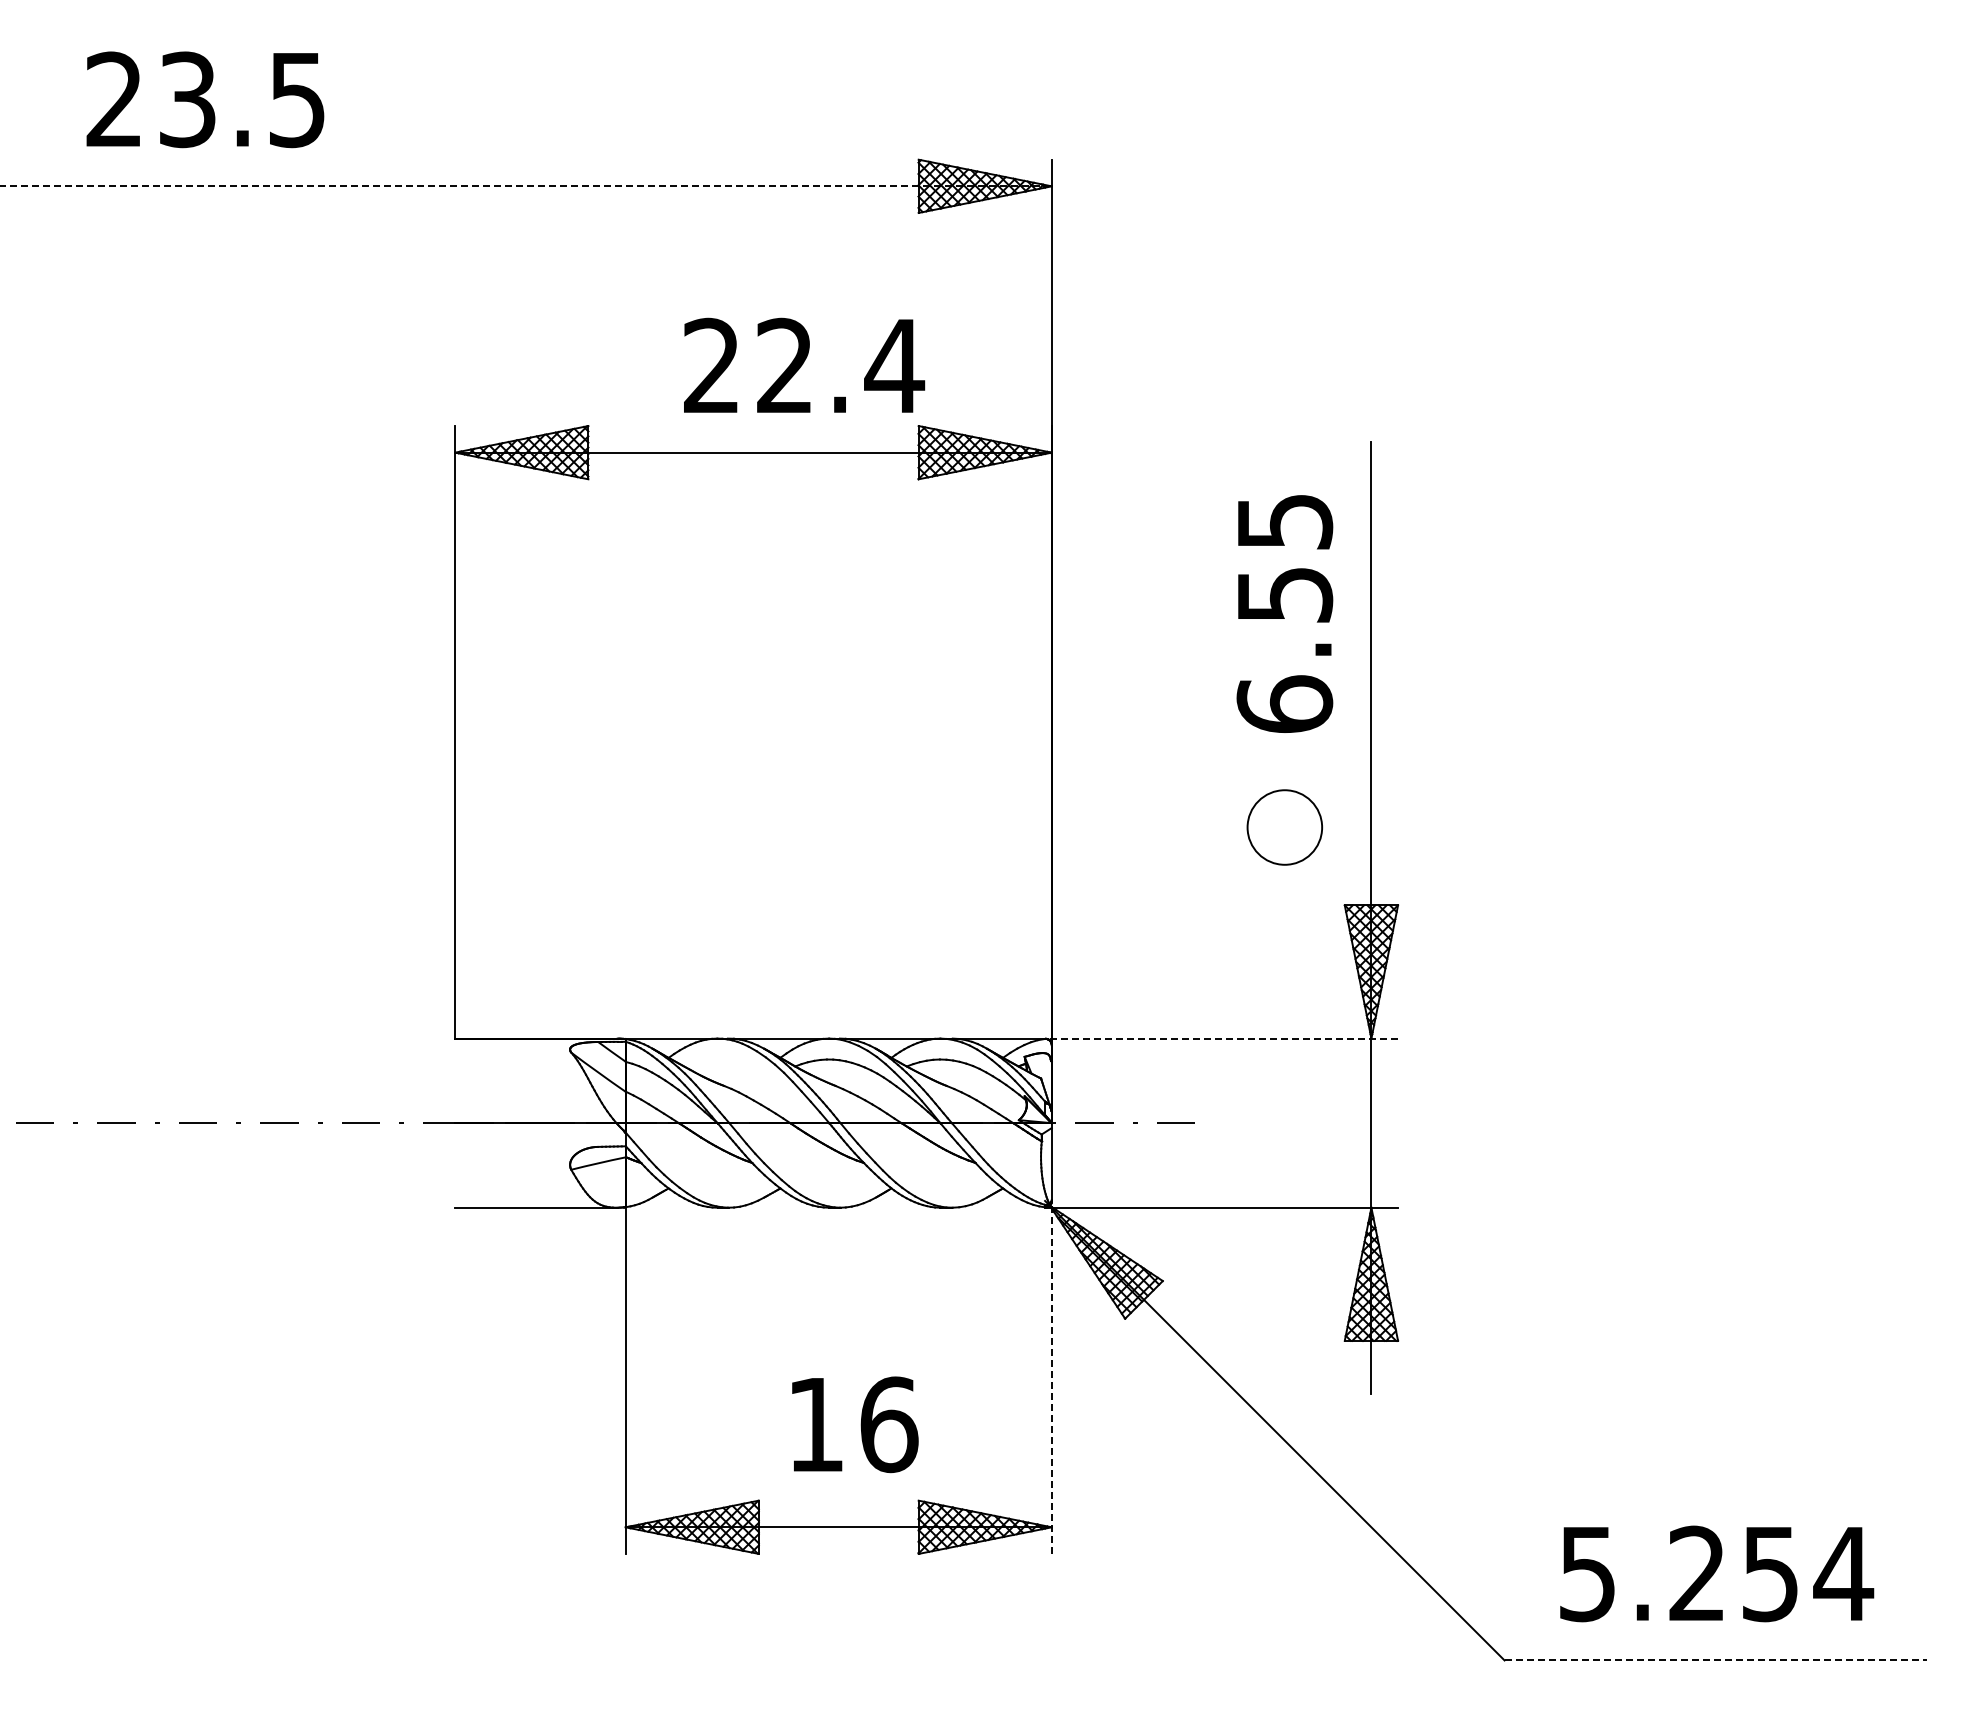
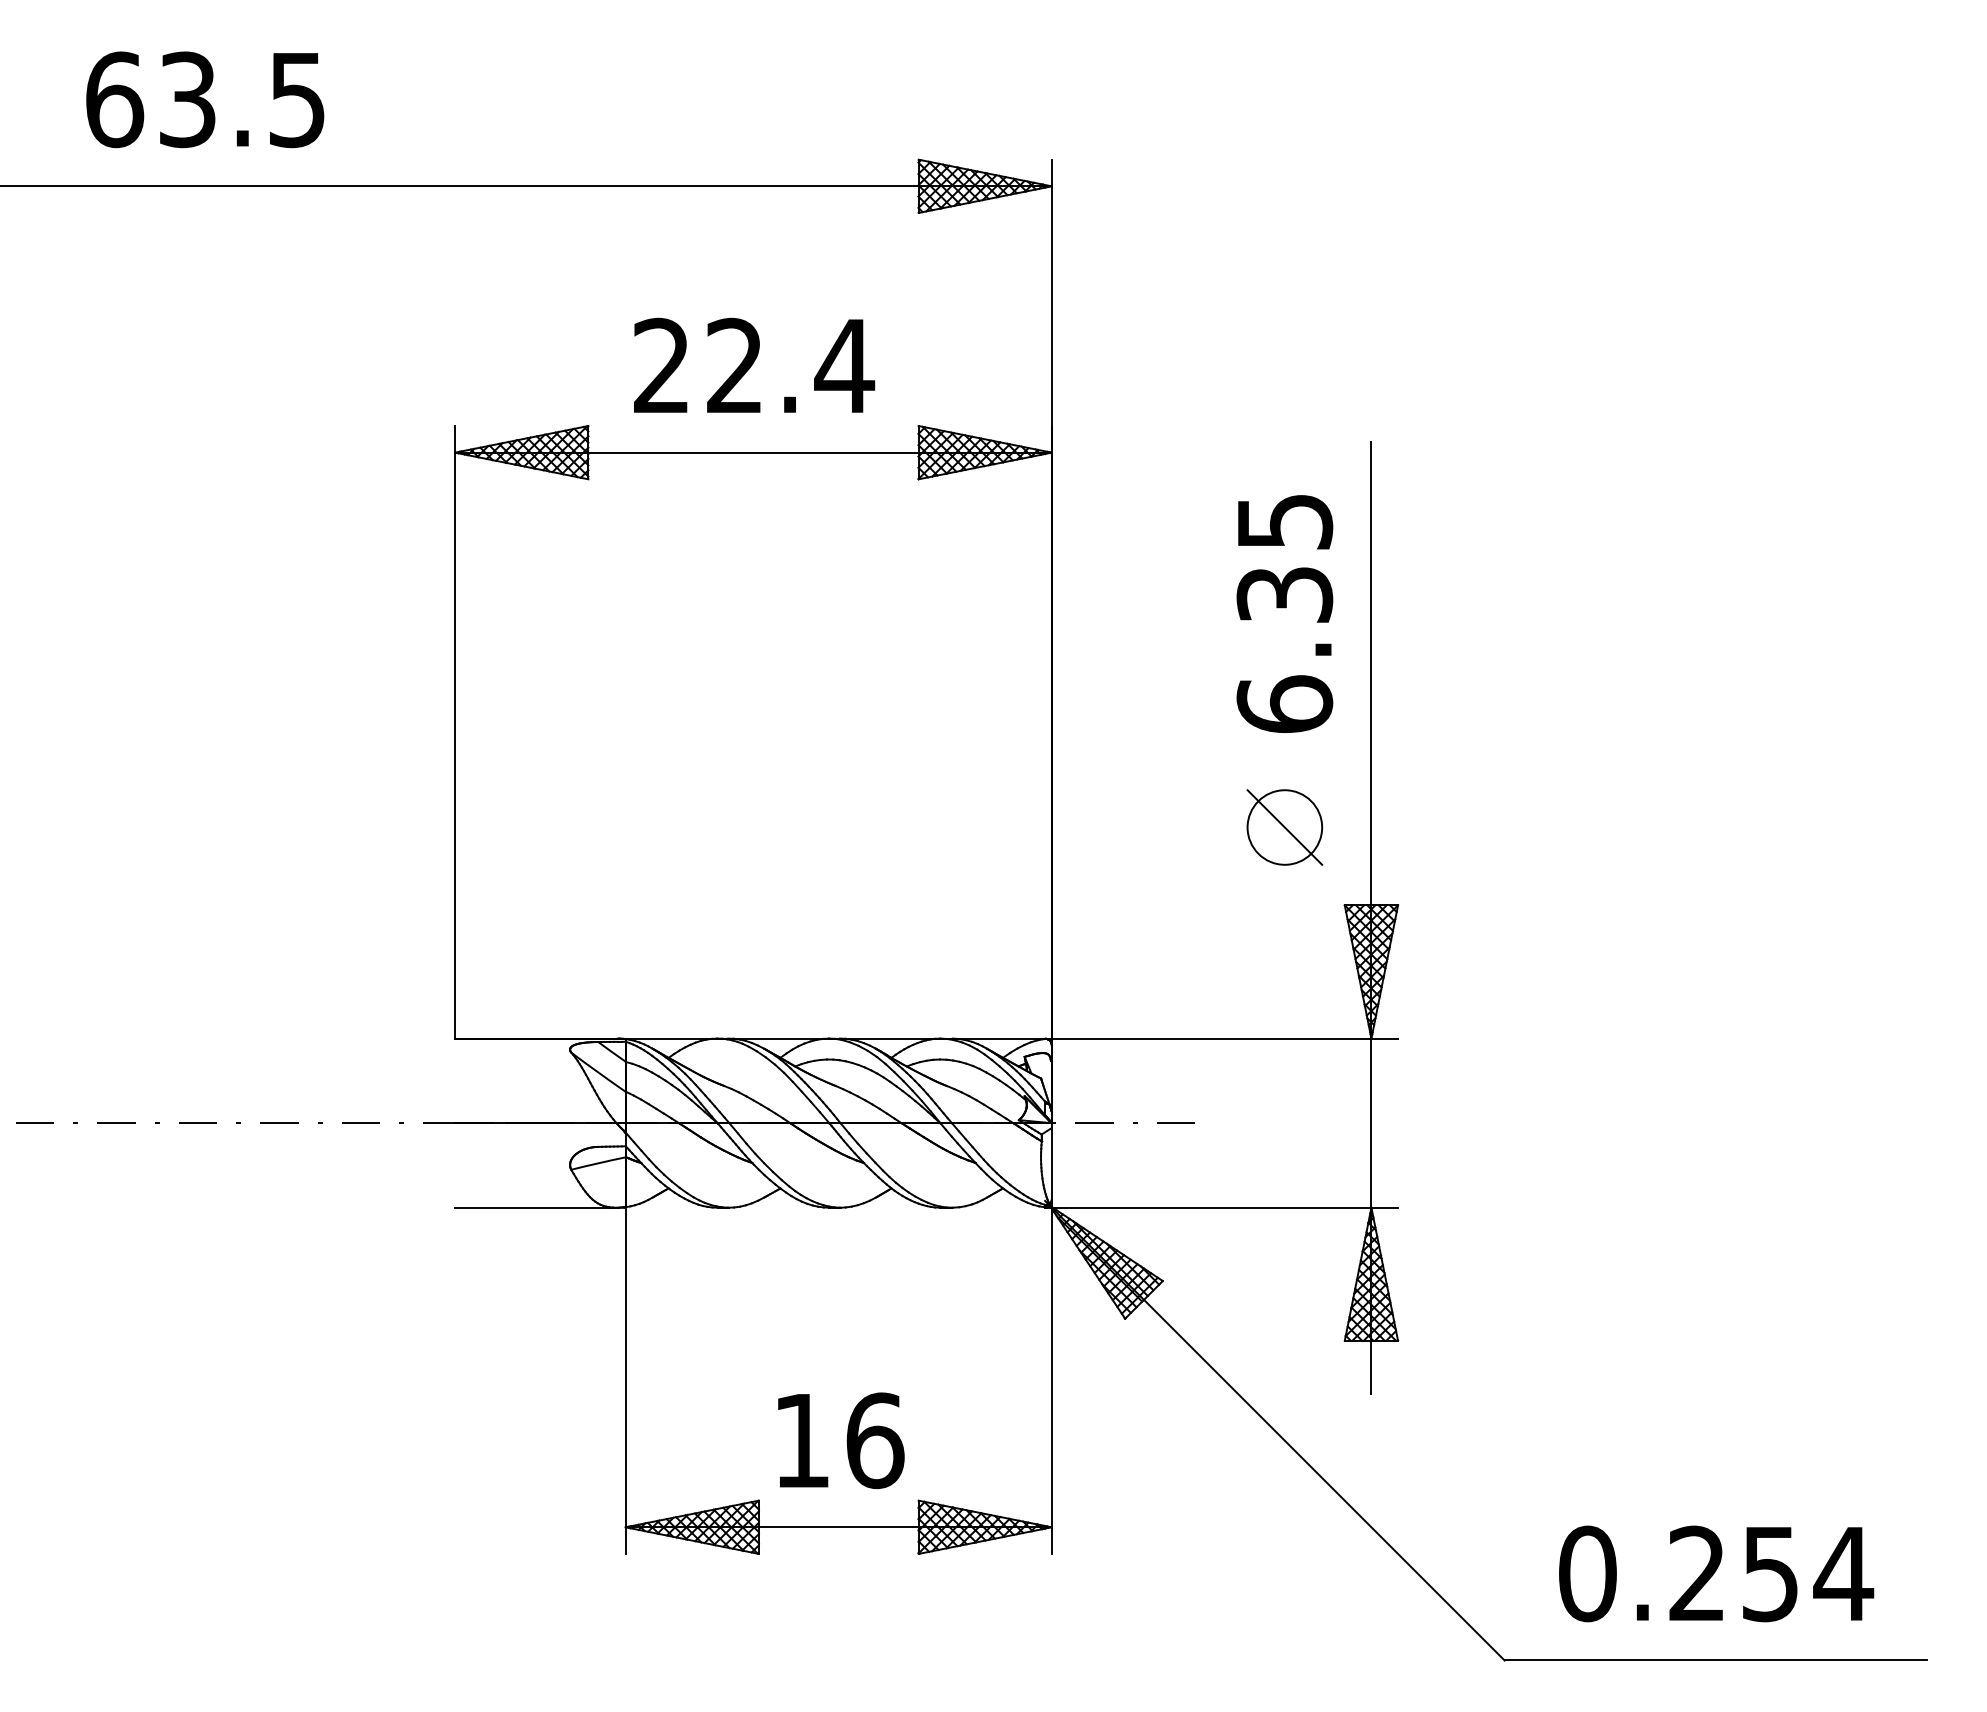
text at (115, 99): 23.5 -> 63.5
line at (526, 186): dashed -> solid
text at (804, 364) position: (804, 364) -> (754, 364)
text at (1284, 594): 6.55 -> 6.35
line at (1284, 827): none -> present
line at (1221, 1038): dashed -> solid
line at (1051, 1376): dashed -> solid
text at (855, 1424) position: (855, 1424) -> (841, 1440)
text at (1587, 1573): 5.254 -> 0.254
line at (1716, 1660): dashed -> solid
